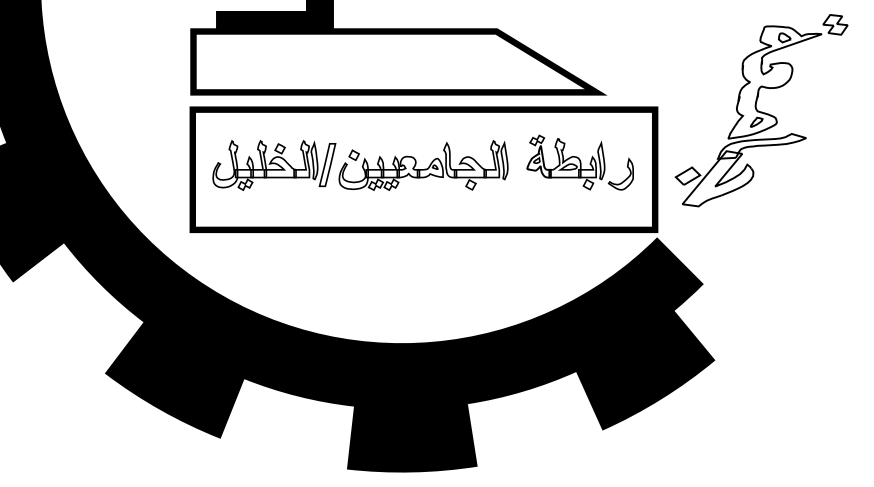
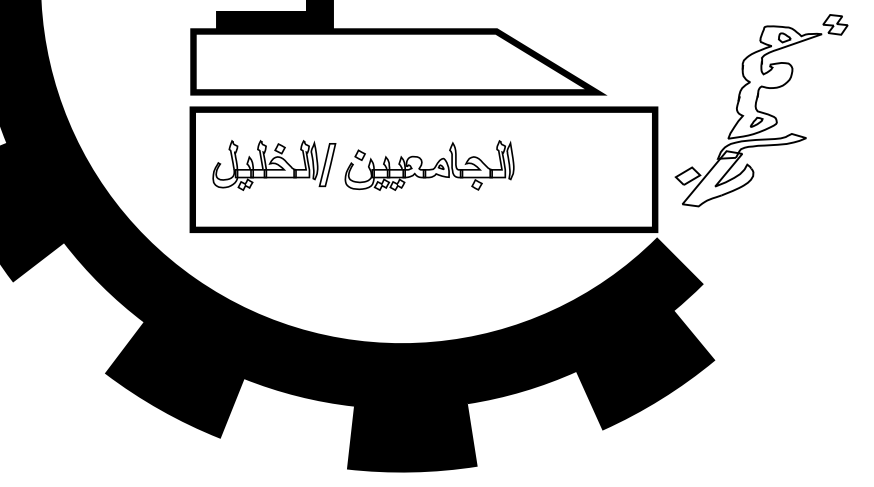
part at (579, 162): present -> none
part at (423, 165) position: (423, 165) -> (429, 165)
